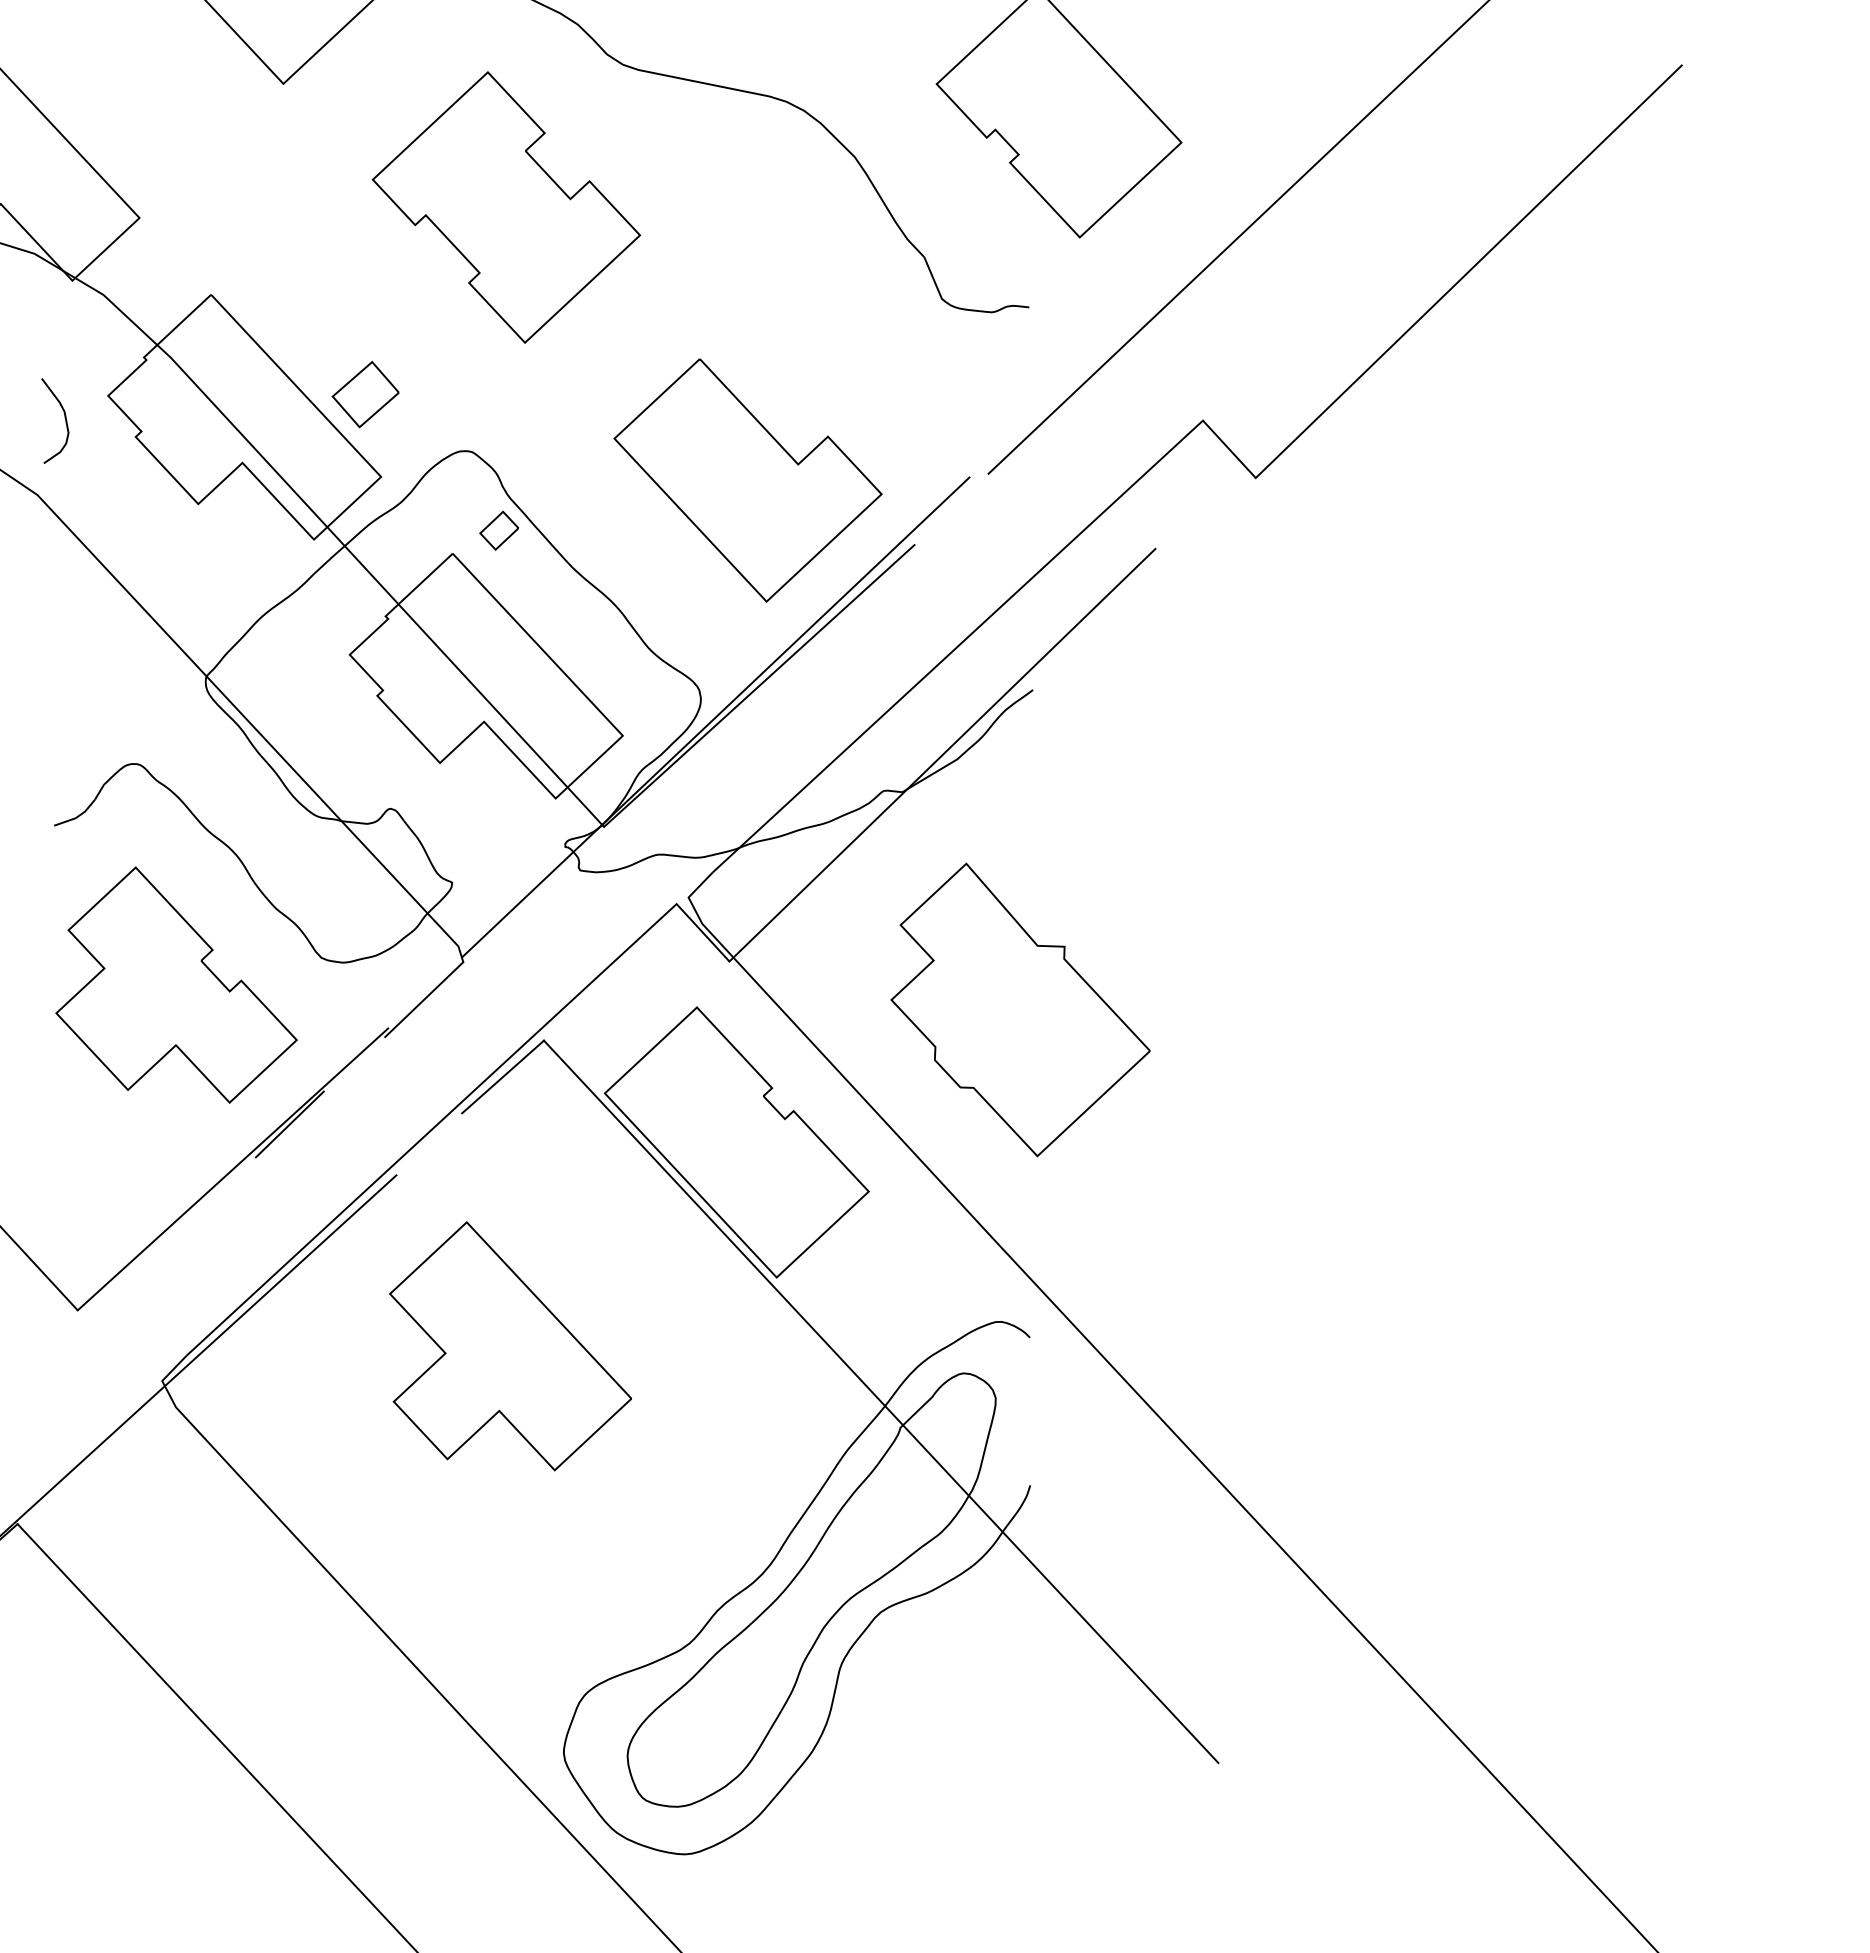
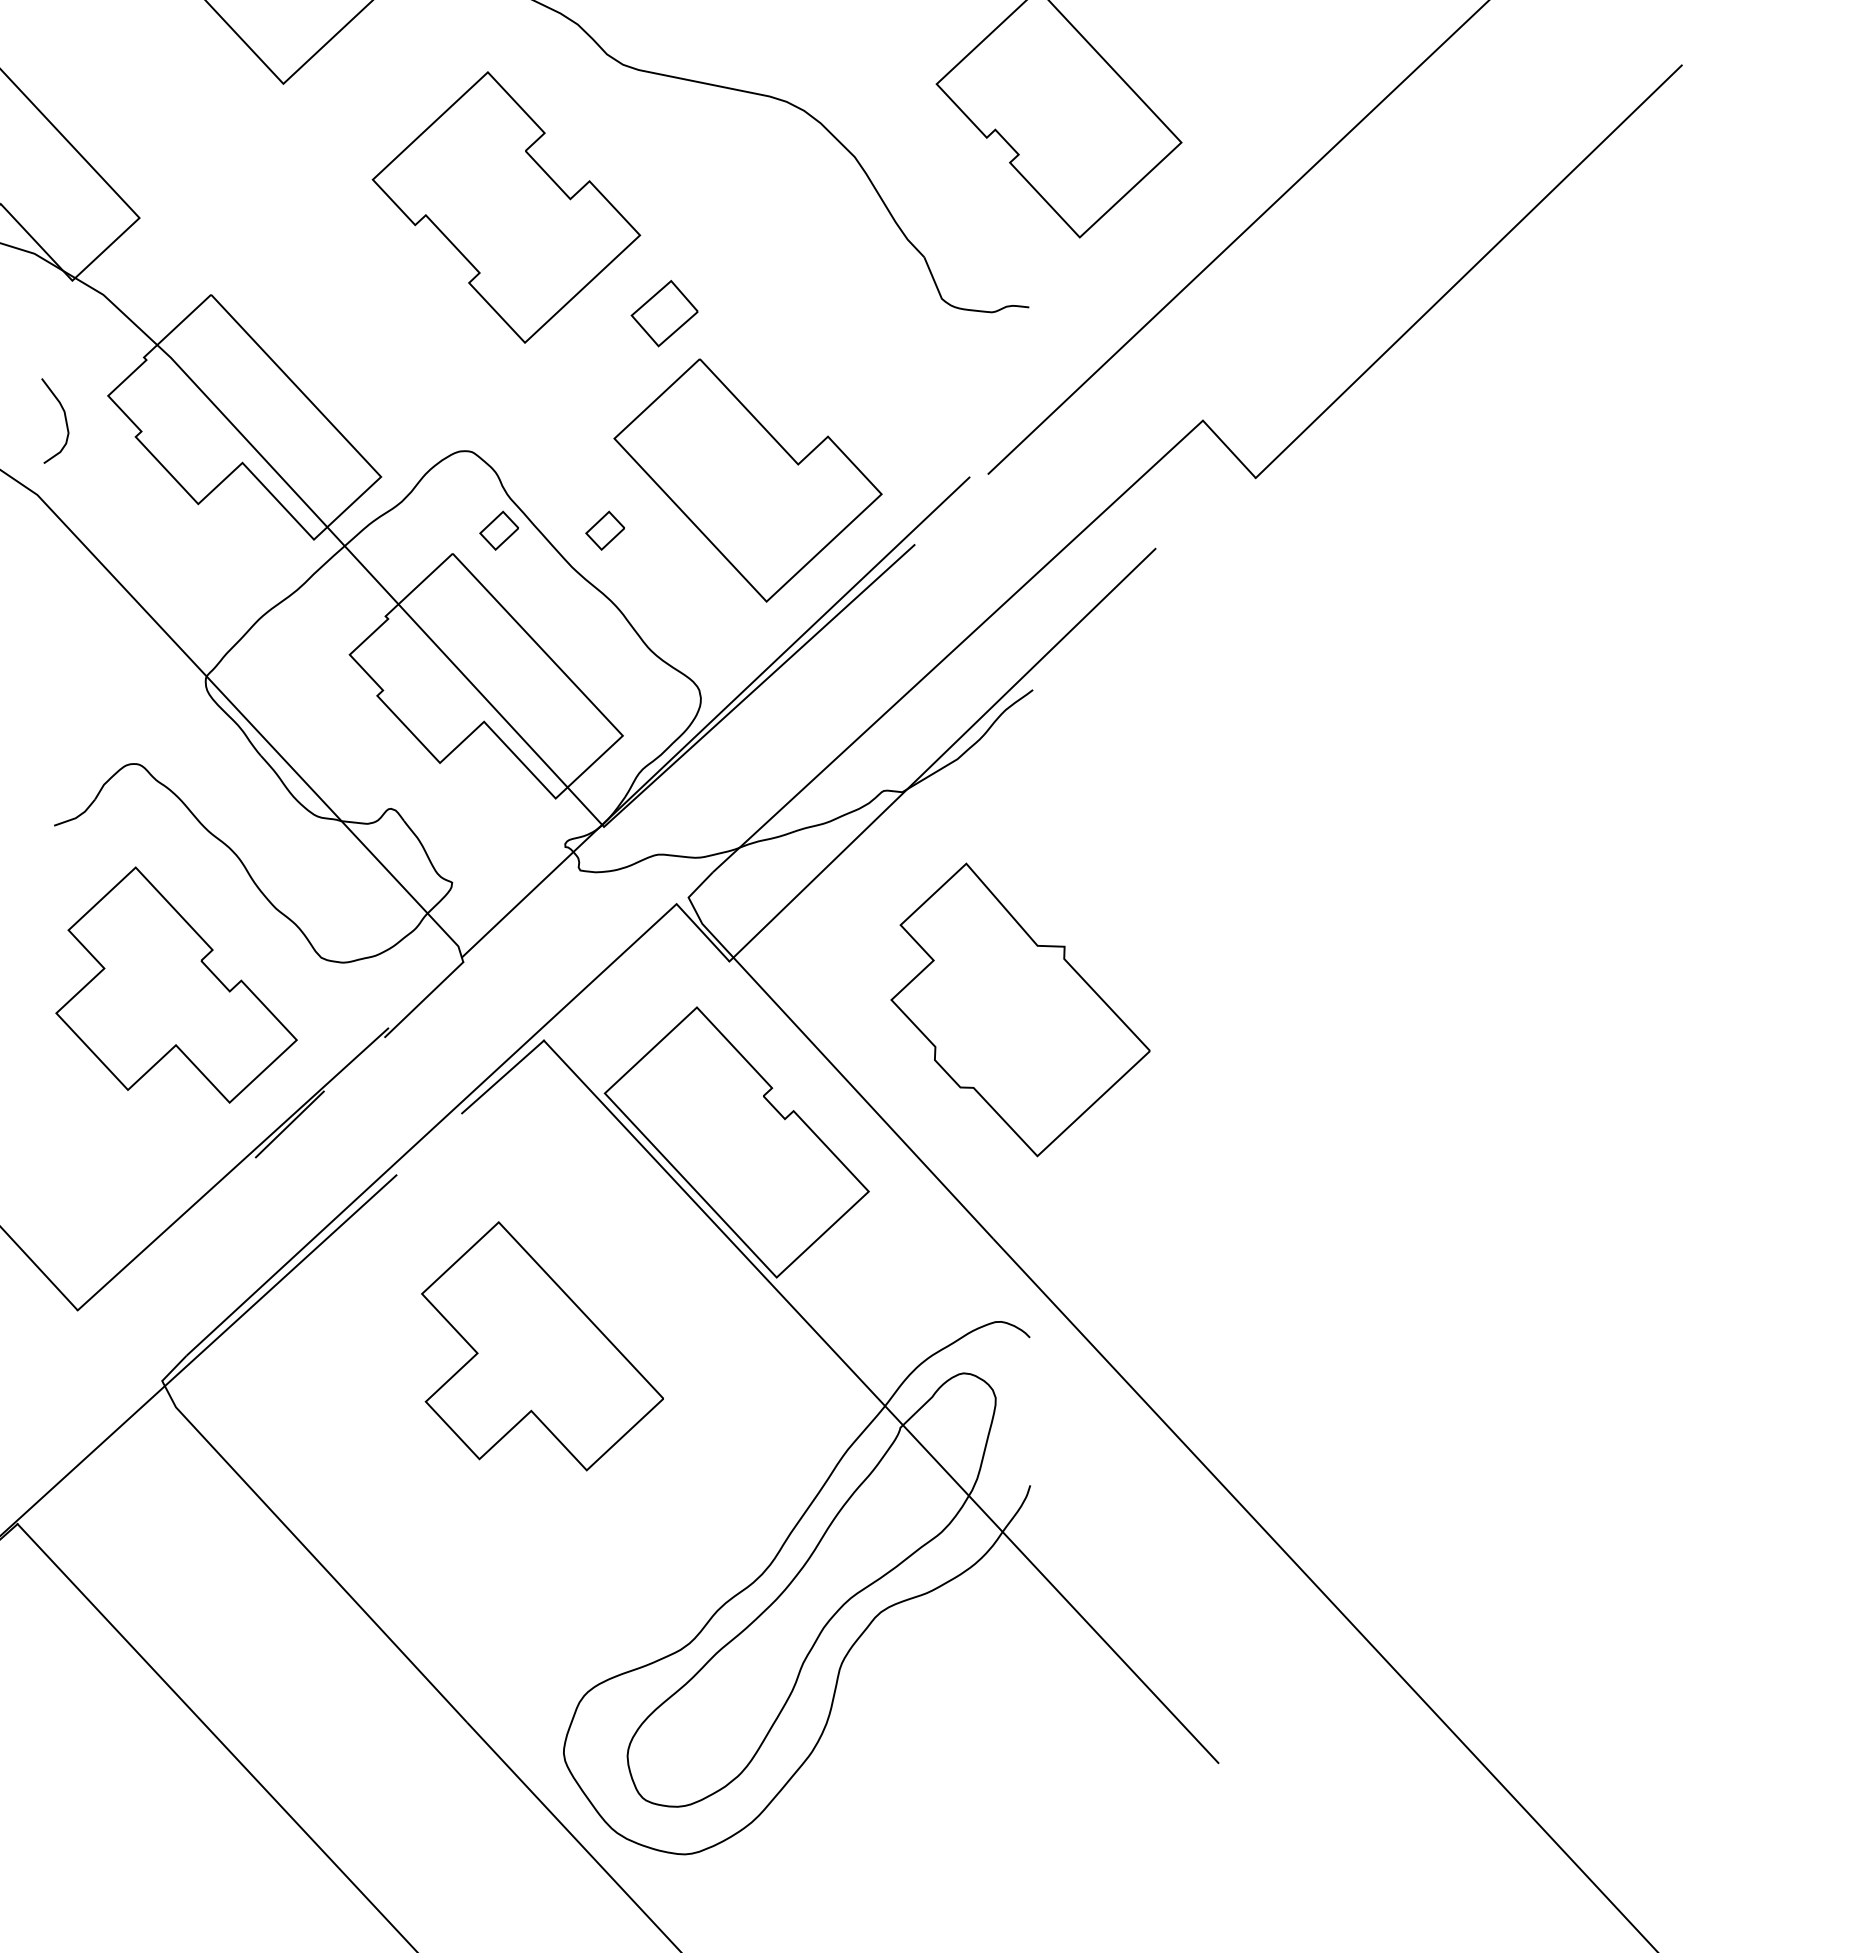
part at (365, 394) position: (365, 394) -> (664, 313)
part at (604, 530): none -> present
part at (510, 1346) position: (510, 1346) -> (542, 1346)
